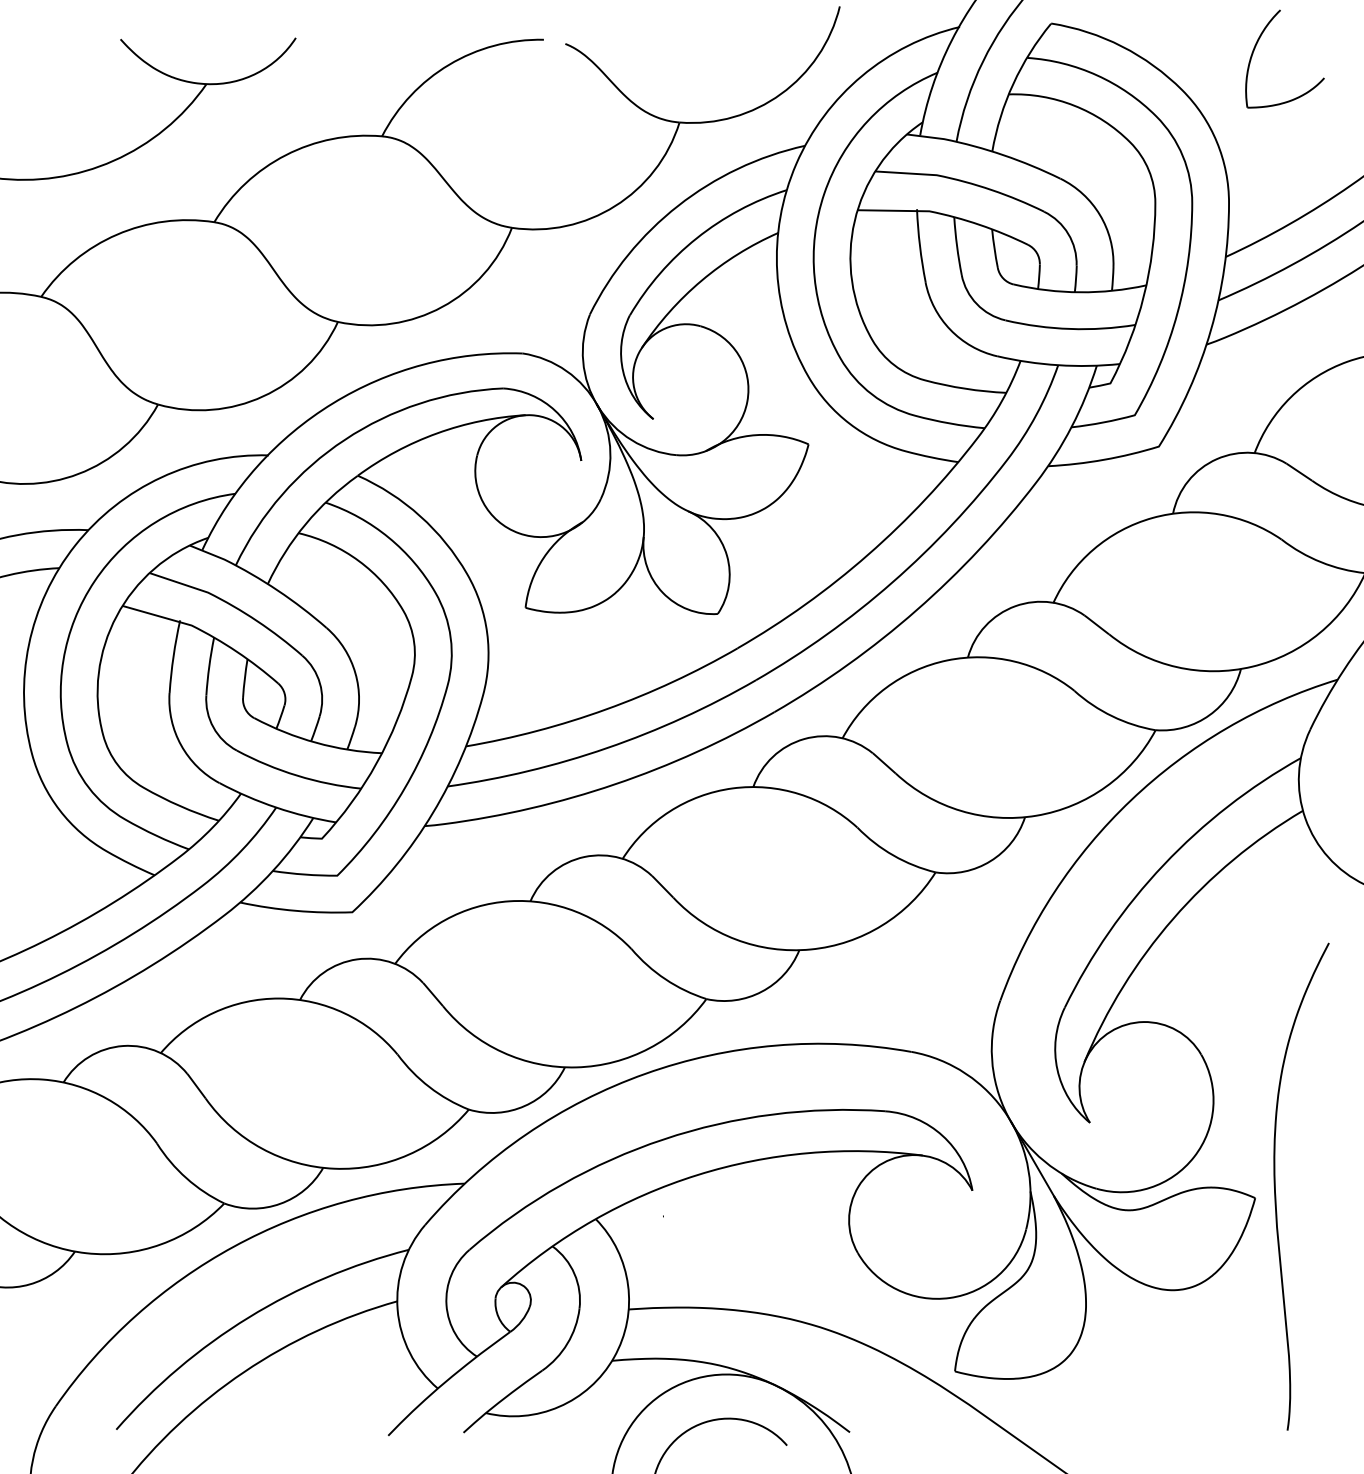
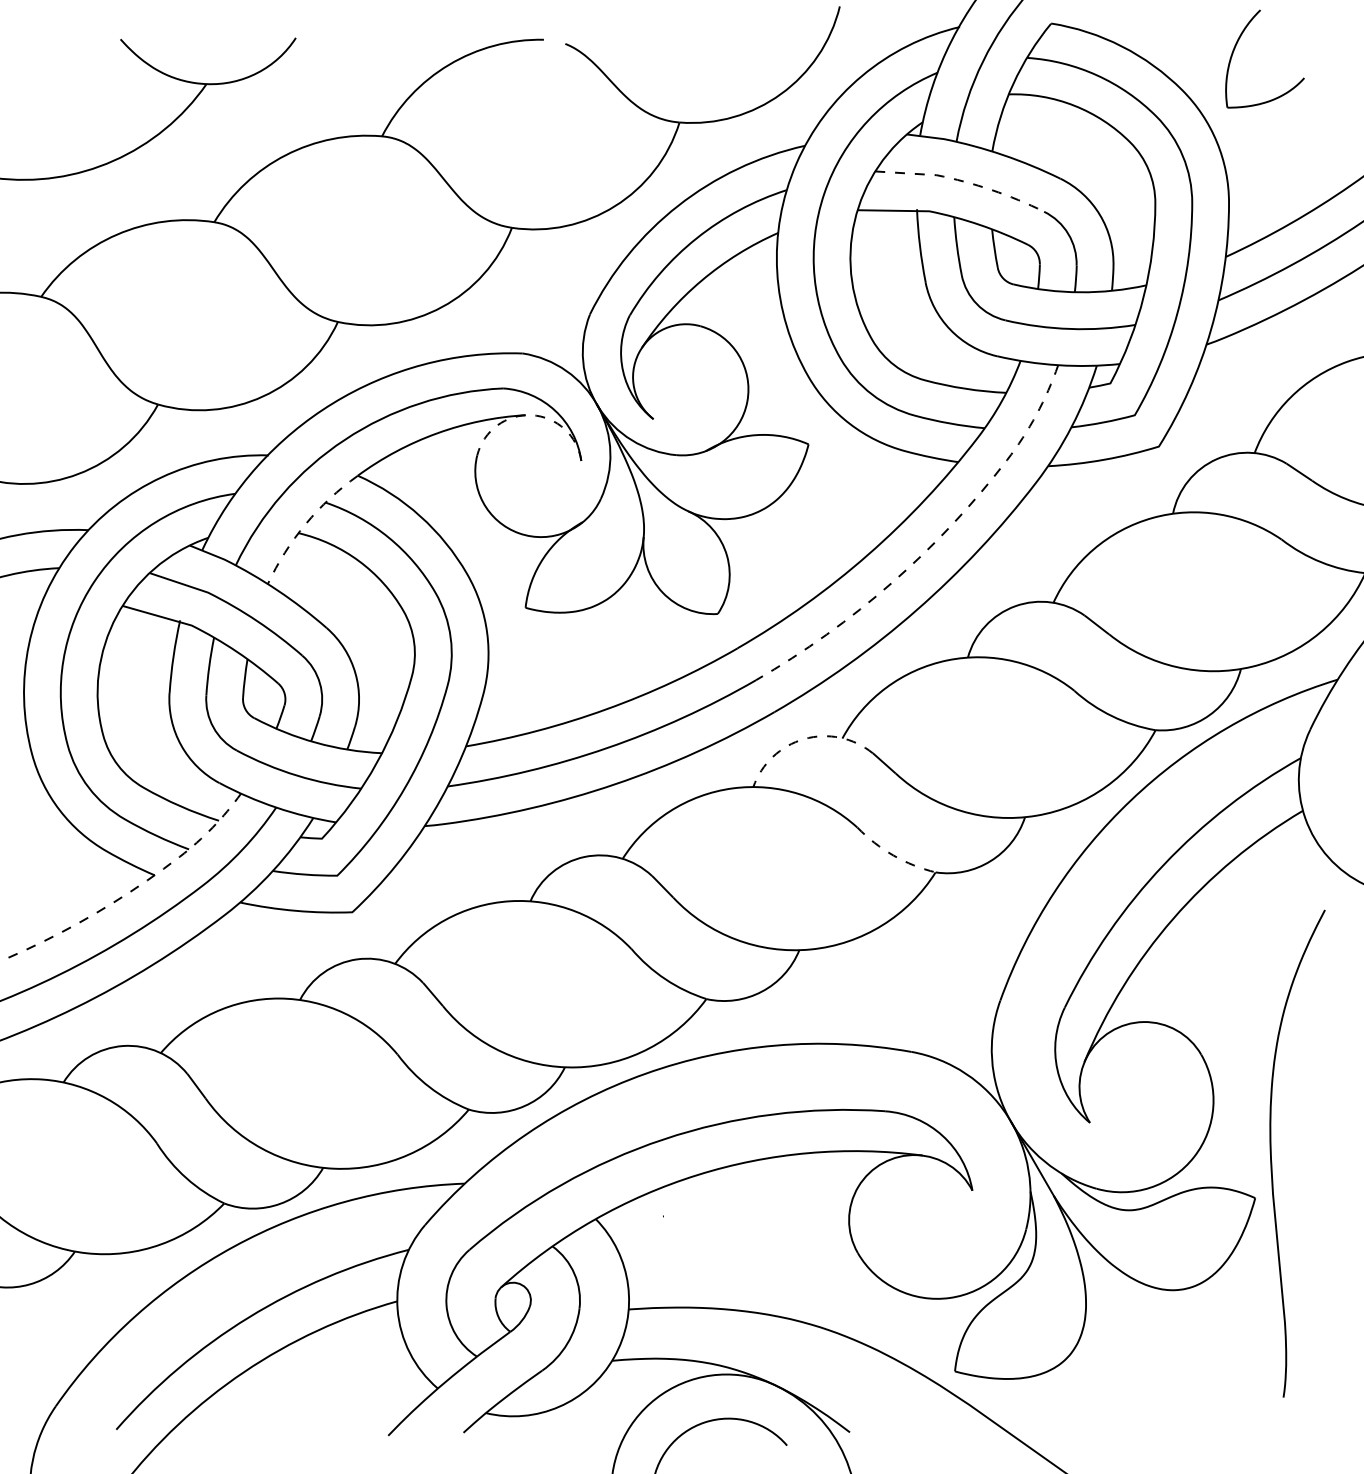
part at (1257, 44) position: (1257, 44) -> (1237, 44)
line at (963, 181): solid -> dashed
arc at (531, 415): solid -> dashed
arc at (305, 524): solid -> dashed
line at (933, 544): solid -> dashed
arc at (804, 739): solid -> dashed
arc at (893, 855): solid -> dashed
line at (131, 890): solid -> dashed
curve at (1275, 1186) position: (1275, 1186) -> (1271, 1153)
